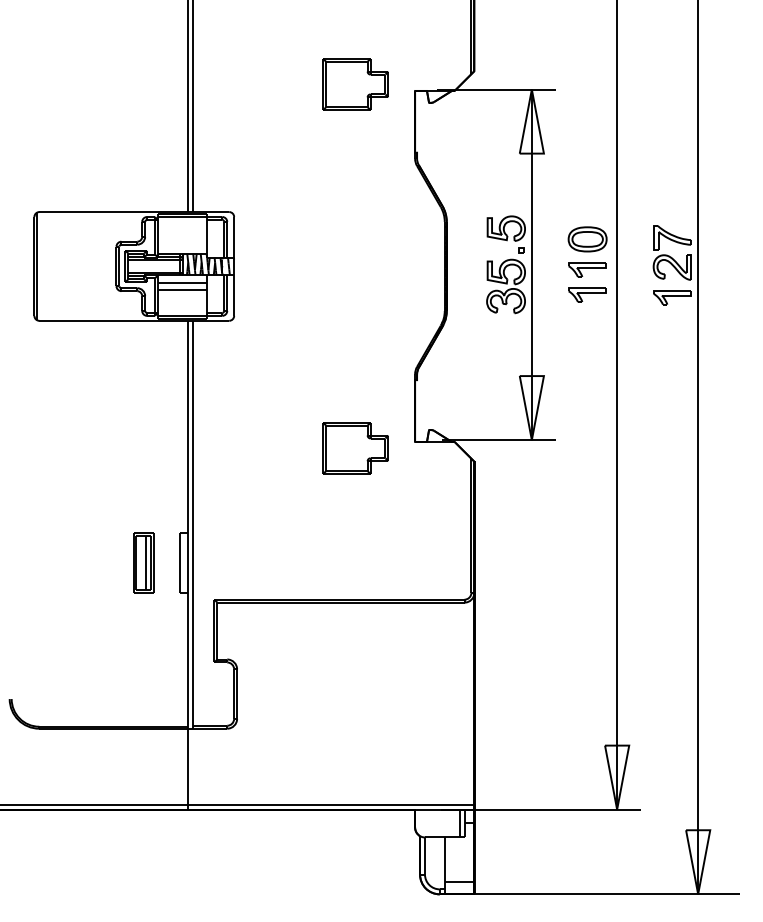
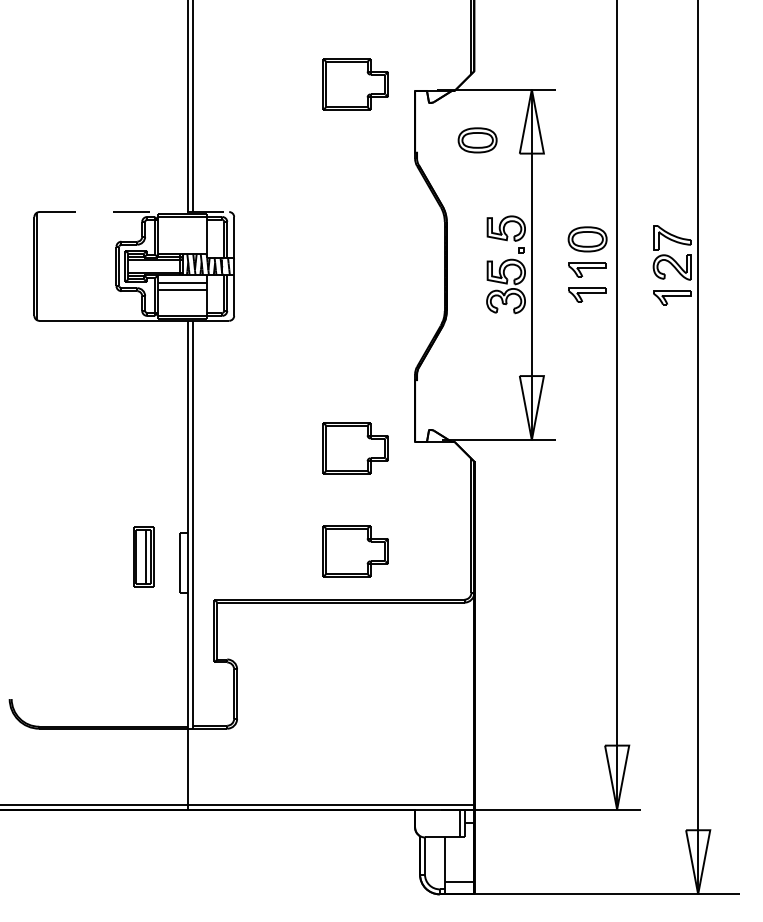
part at (477, 140): none -> present
line at (134, 212): solid -> dashed
part at (355, 551): none -> present
part at (143, 562) position: (143, 562) -> (143, 556)
